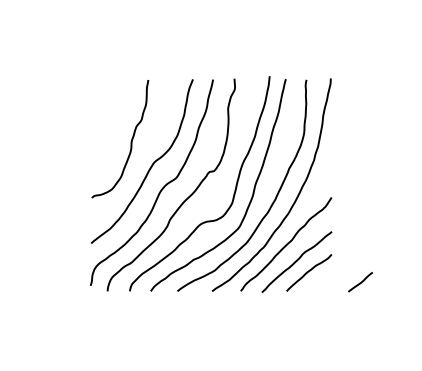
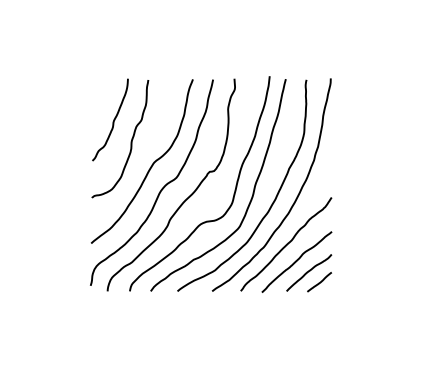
curve at (112, 121): none -> present
line at (360, 282) position: (360, 282) -> (319, 282)
